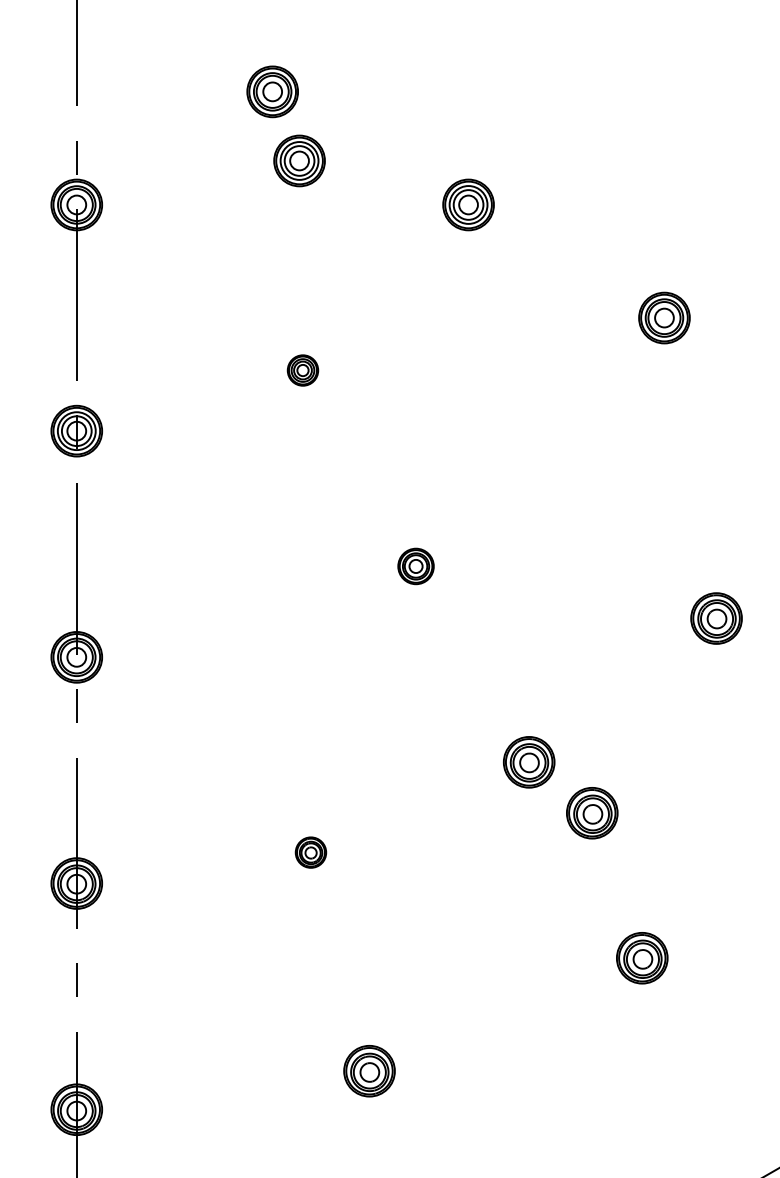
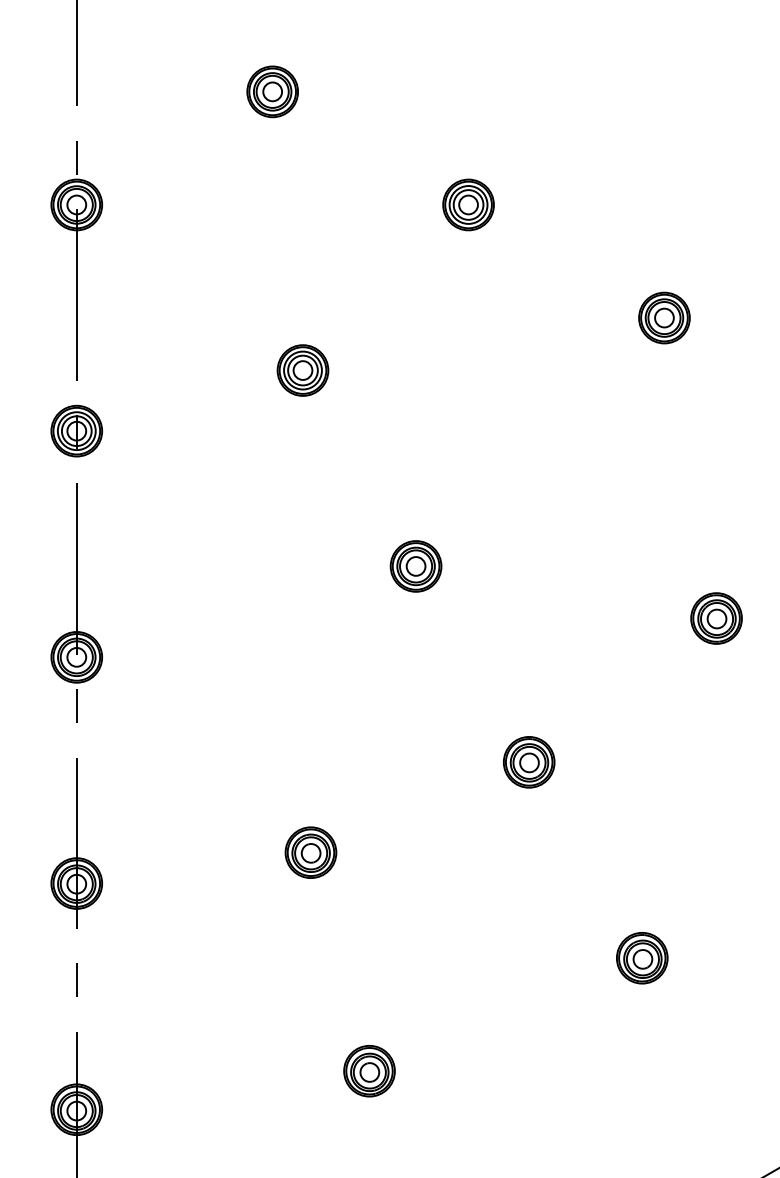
part at (299, 160): present -> none
part at (302, 370) size: 34x33 px -> 54x53 px
part at (415, 566) size: 38x39 px -> 54x53 px
part at (592, 813): present -> none
part at (310, 852) size: 34x33 px -> 54x53 px
